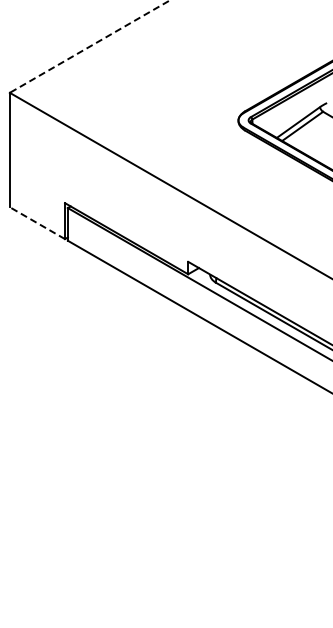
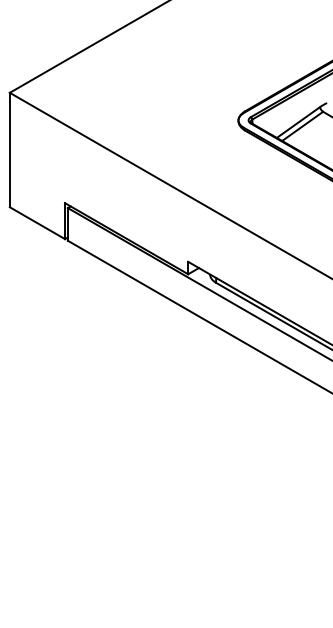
line at (89, 46): dashed -> solid
line at (37, 223): dashed -> solid
